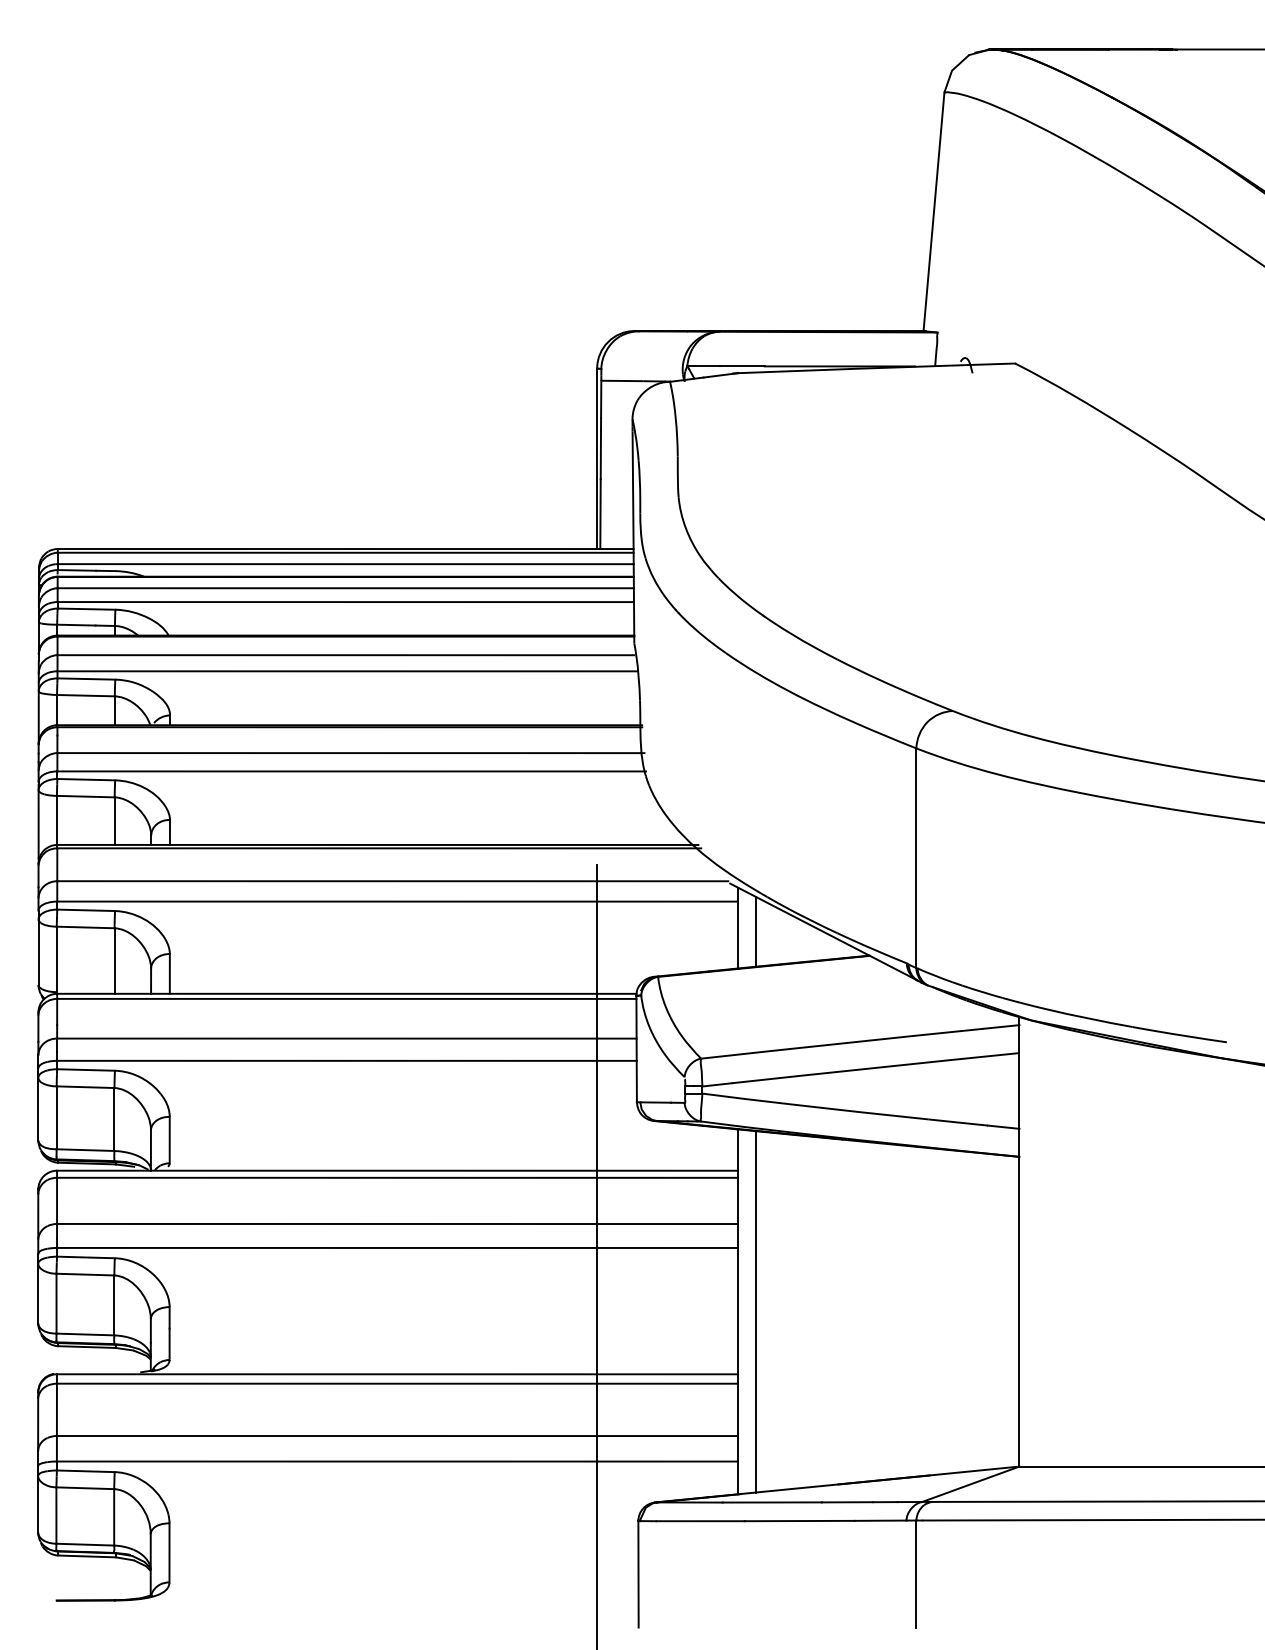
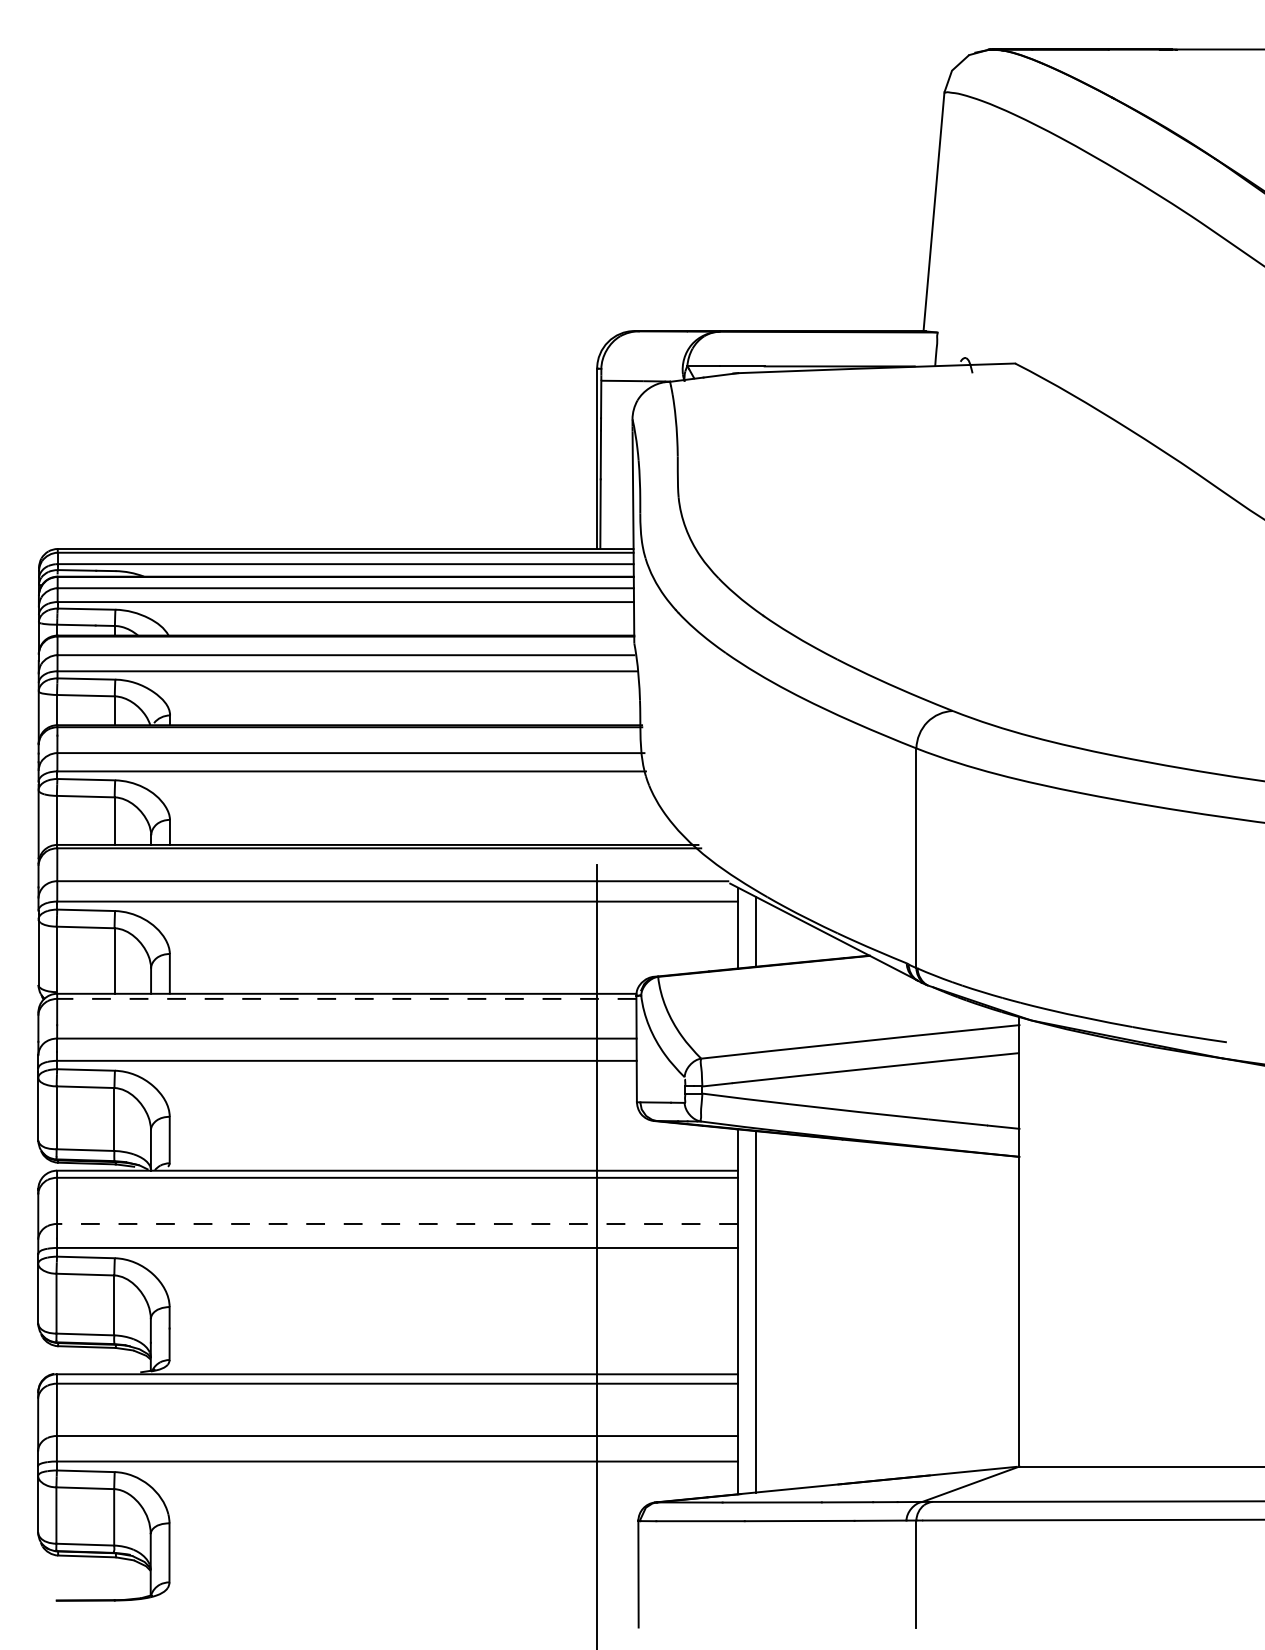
line at (346, 998): solid -> dashed
line at (396, 1223): solid -> dashed
